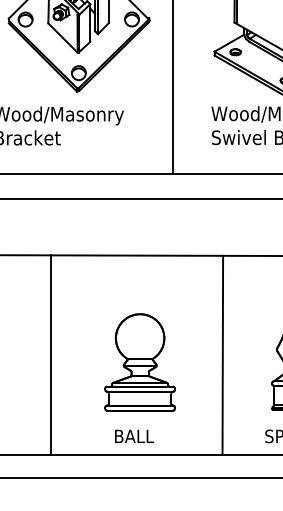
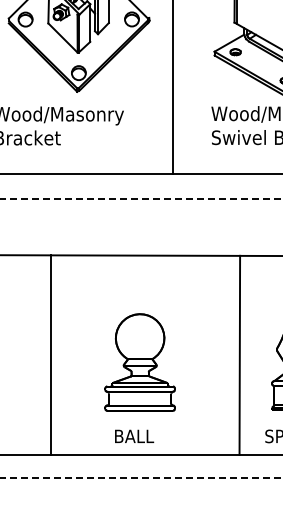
line at (141, 198): solid -> dashed
line at (222, 355) position: (222, 355) -> (239, 355)
line at (141, 478): solid -> dashed
